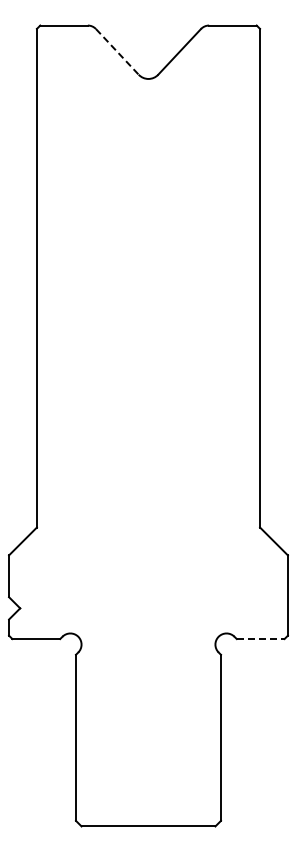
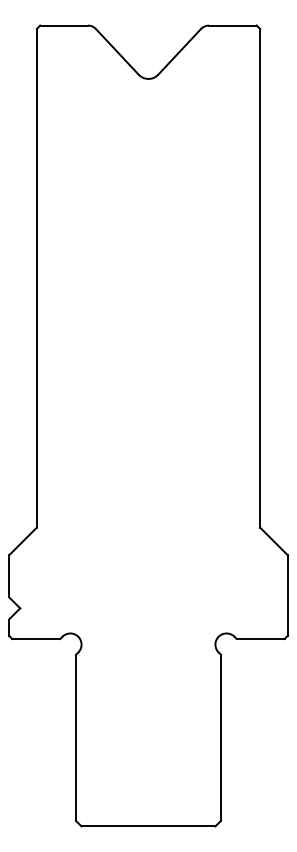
line at (117, 52): dashed -> solid
line at (260, 639): dashed -> solid
